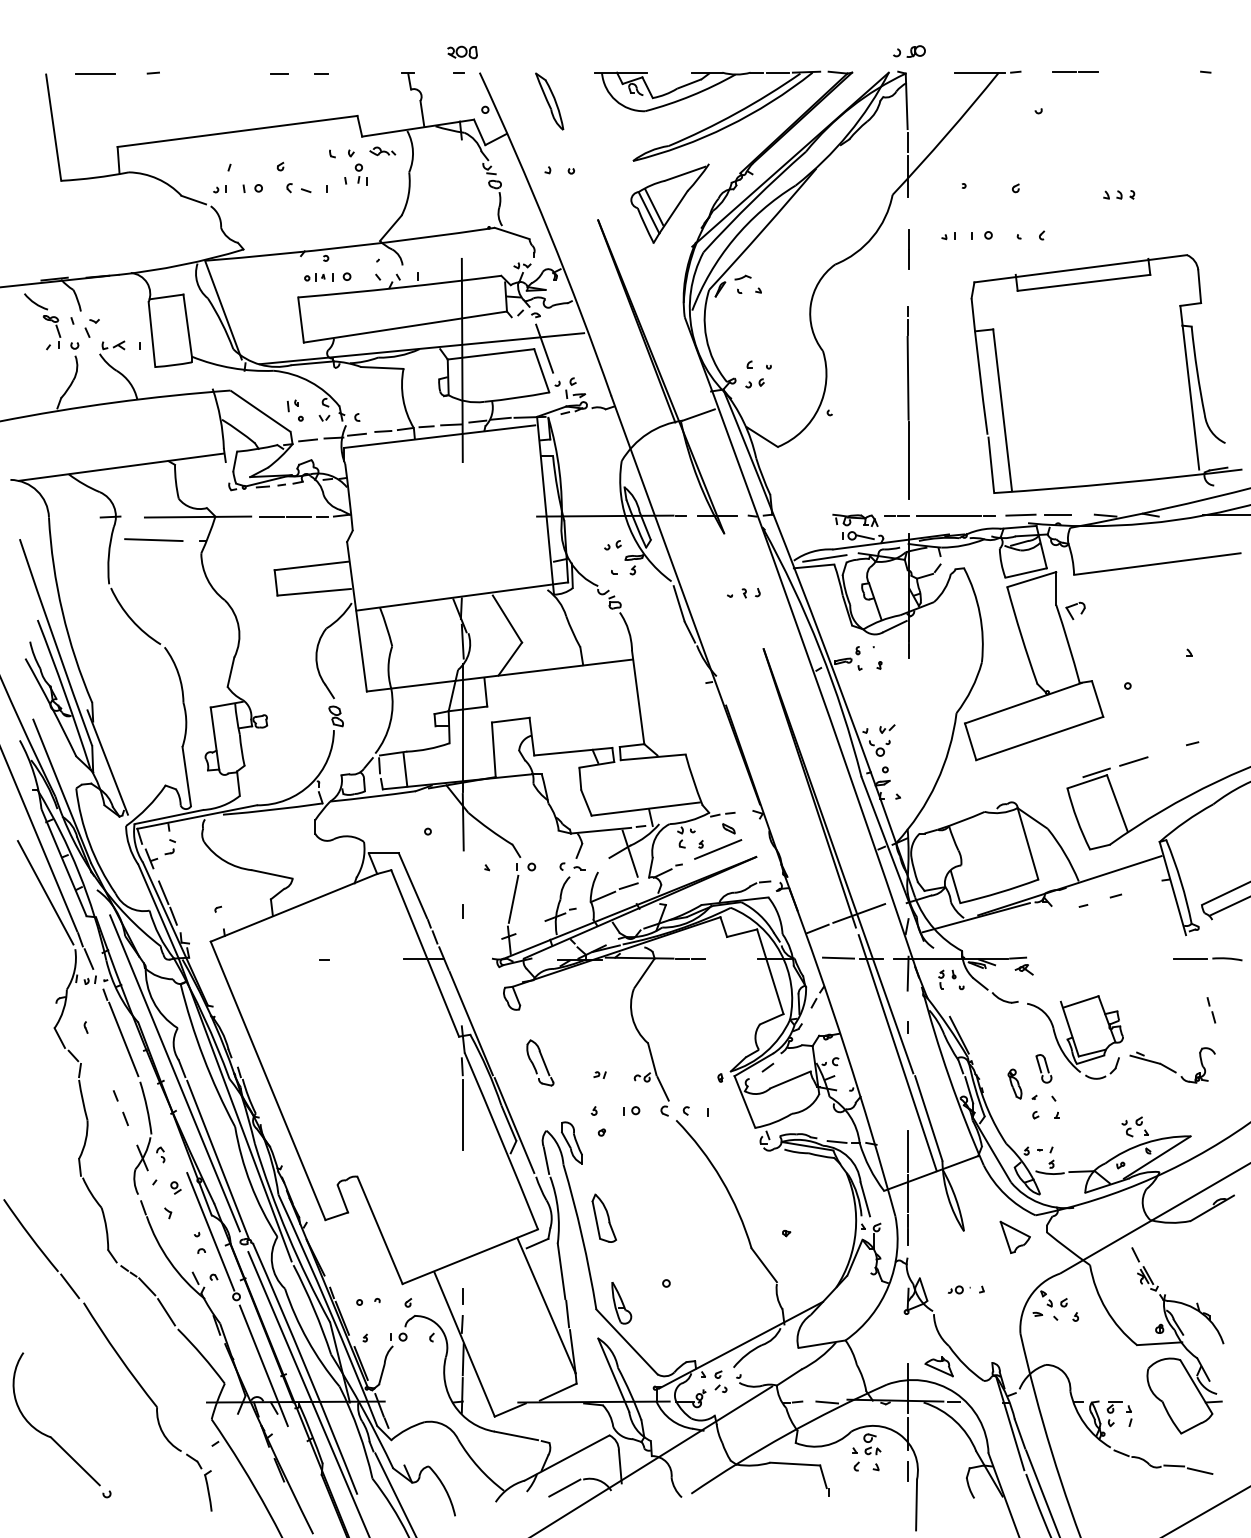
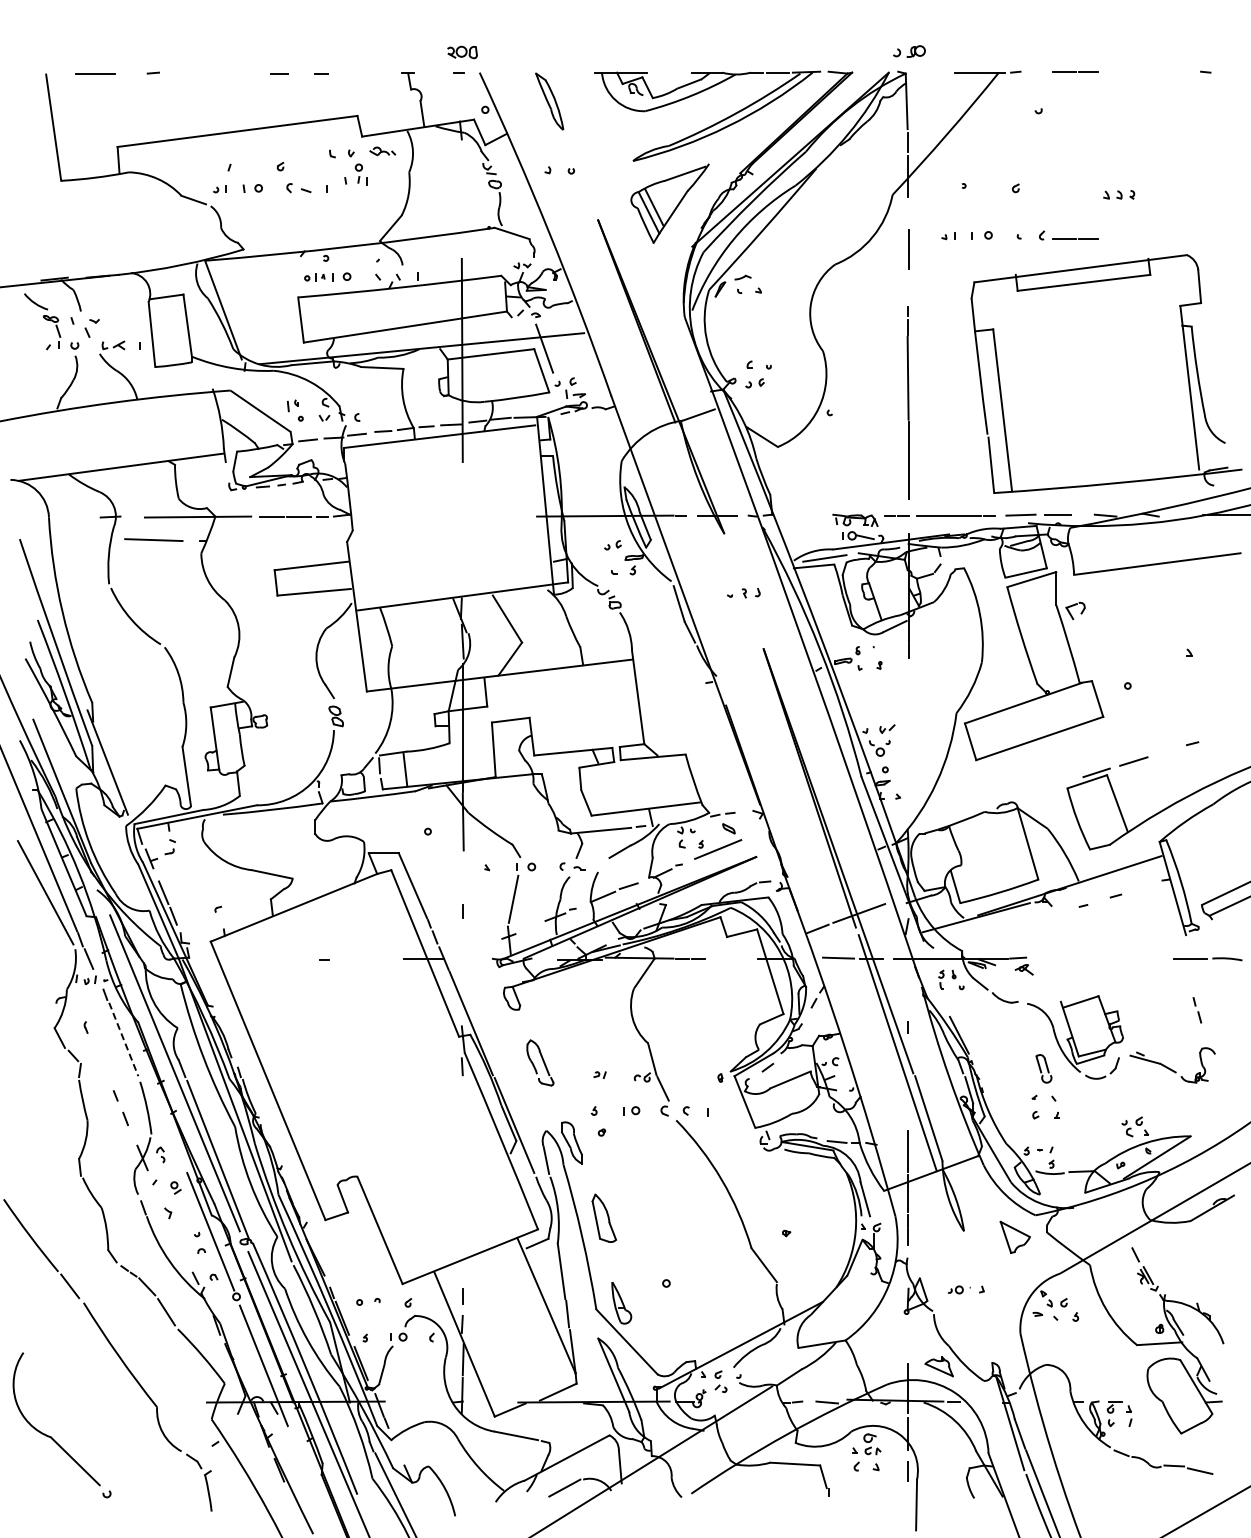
line at (1075, 238): none -> present
line at (629, 853): present -> none
line at (907, 973): present -> none
part at (1211, 1010) position: (1211, 1010) -> (1197, 1010)
line at (123, 1039): solid -> dashed
part at (1014, 1083): present -> none
line at (462, 1114): present -> none
